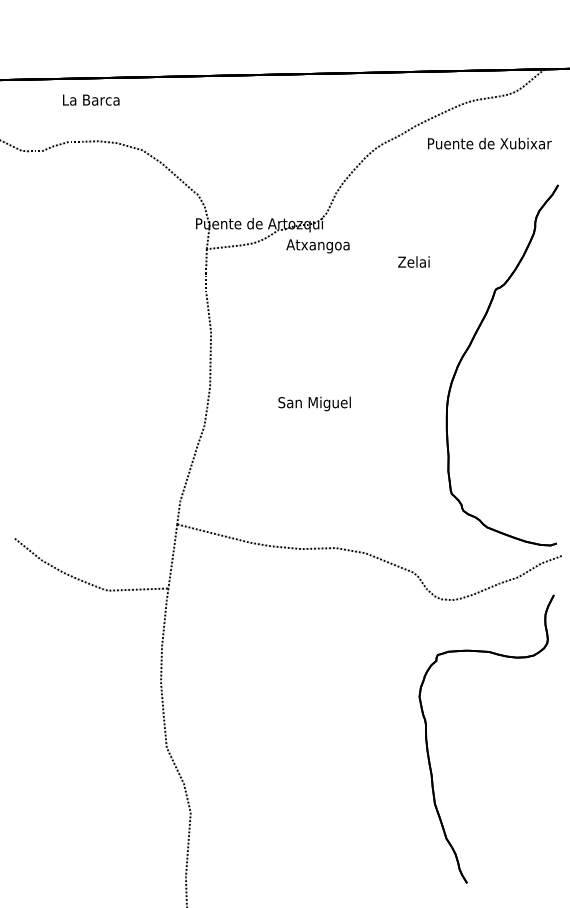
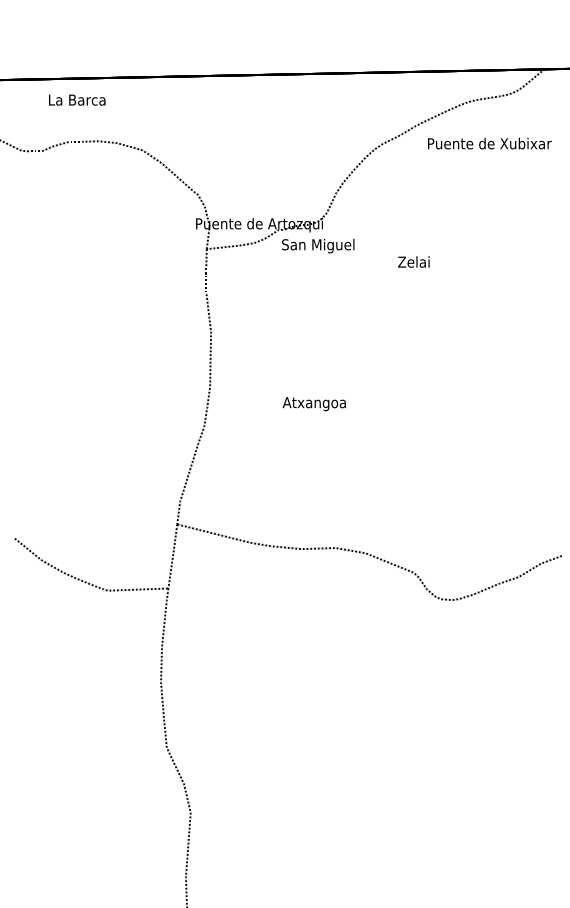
text at (91, 99) position: (91, 99) -> (77, 99)
text at (318, 245): Atxangoa -> San Miguel
part at (469, 348): present -> none
text at (314, 403): San Miguel -> Atxangoa
part at (428, 747): present -> none
